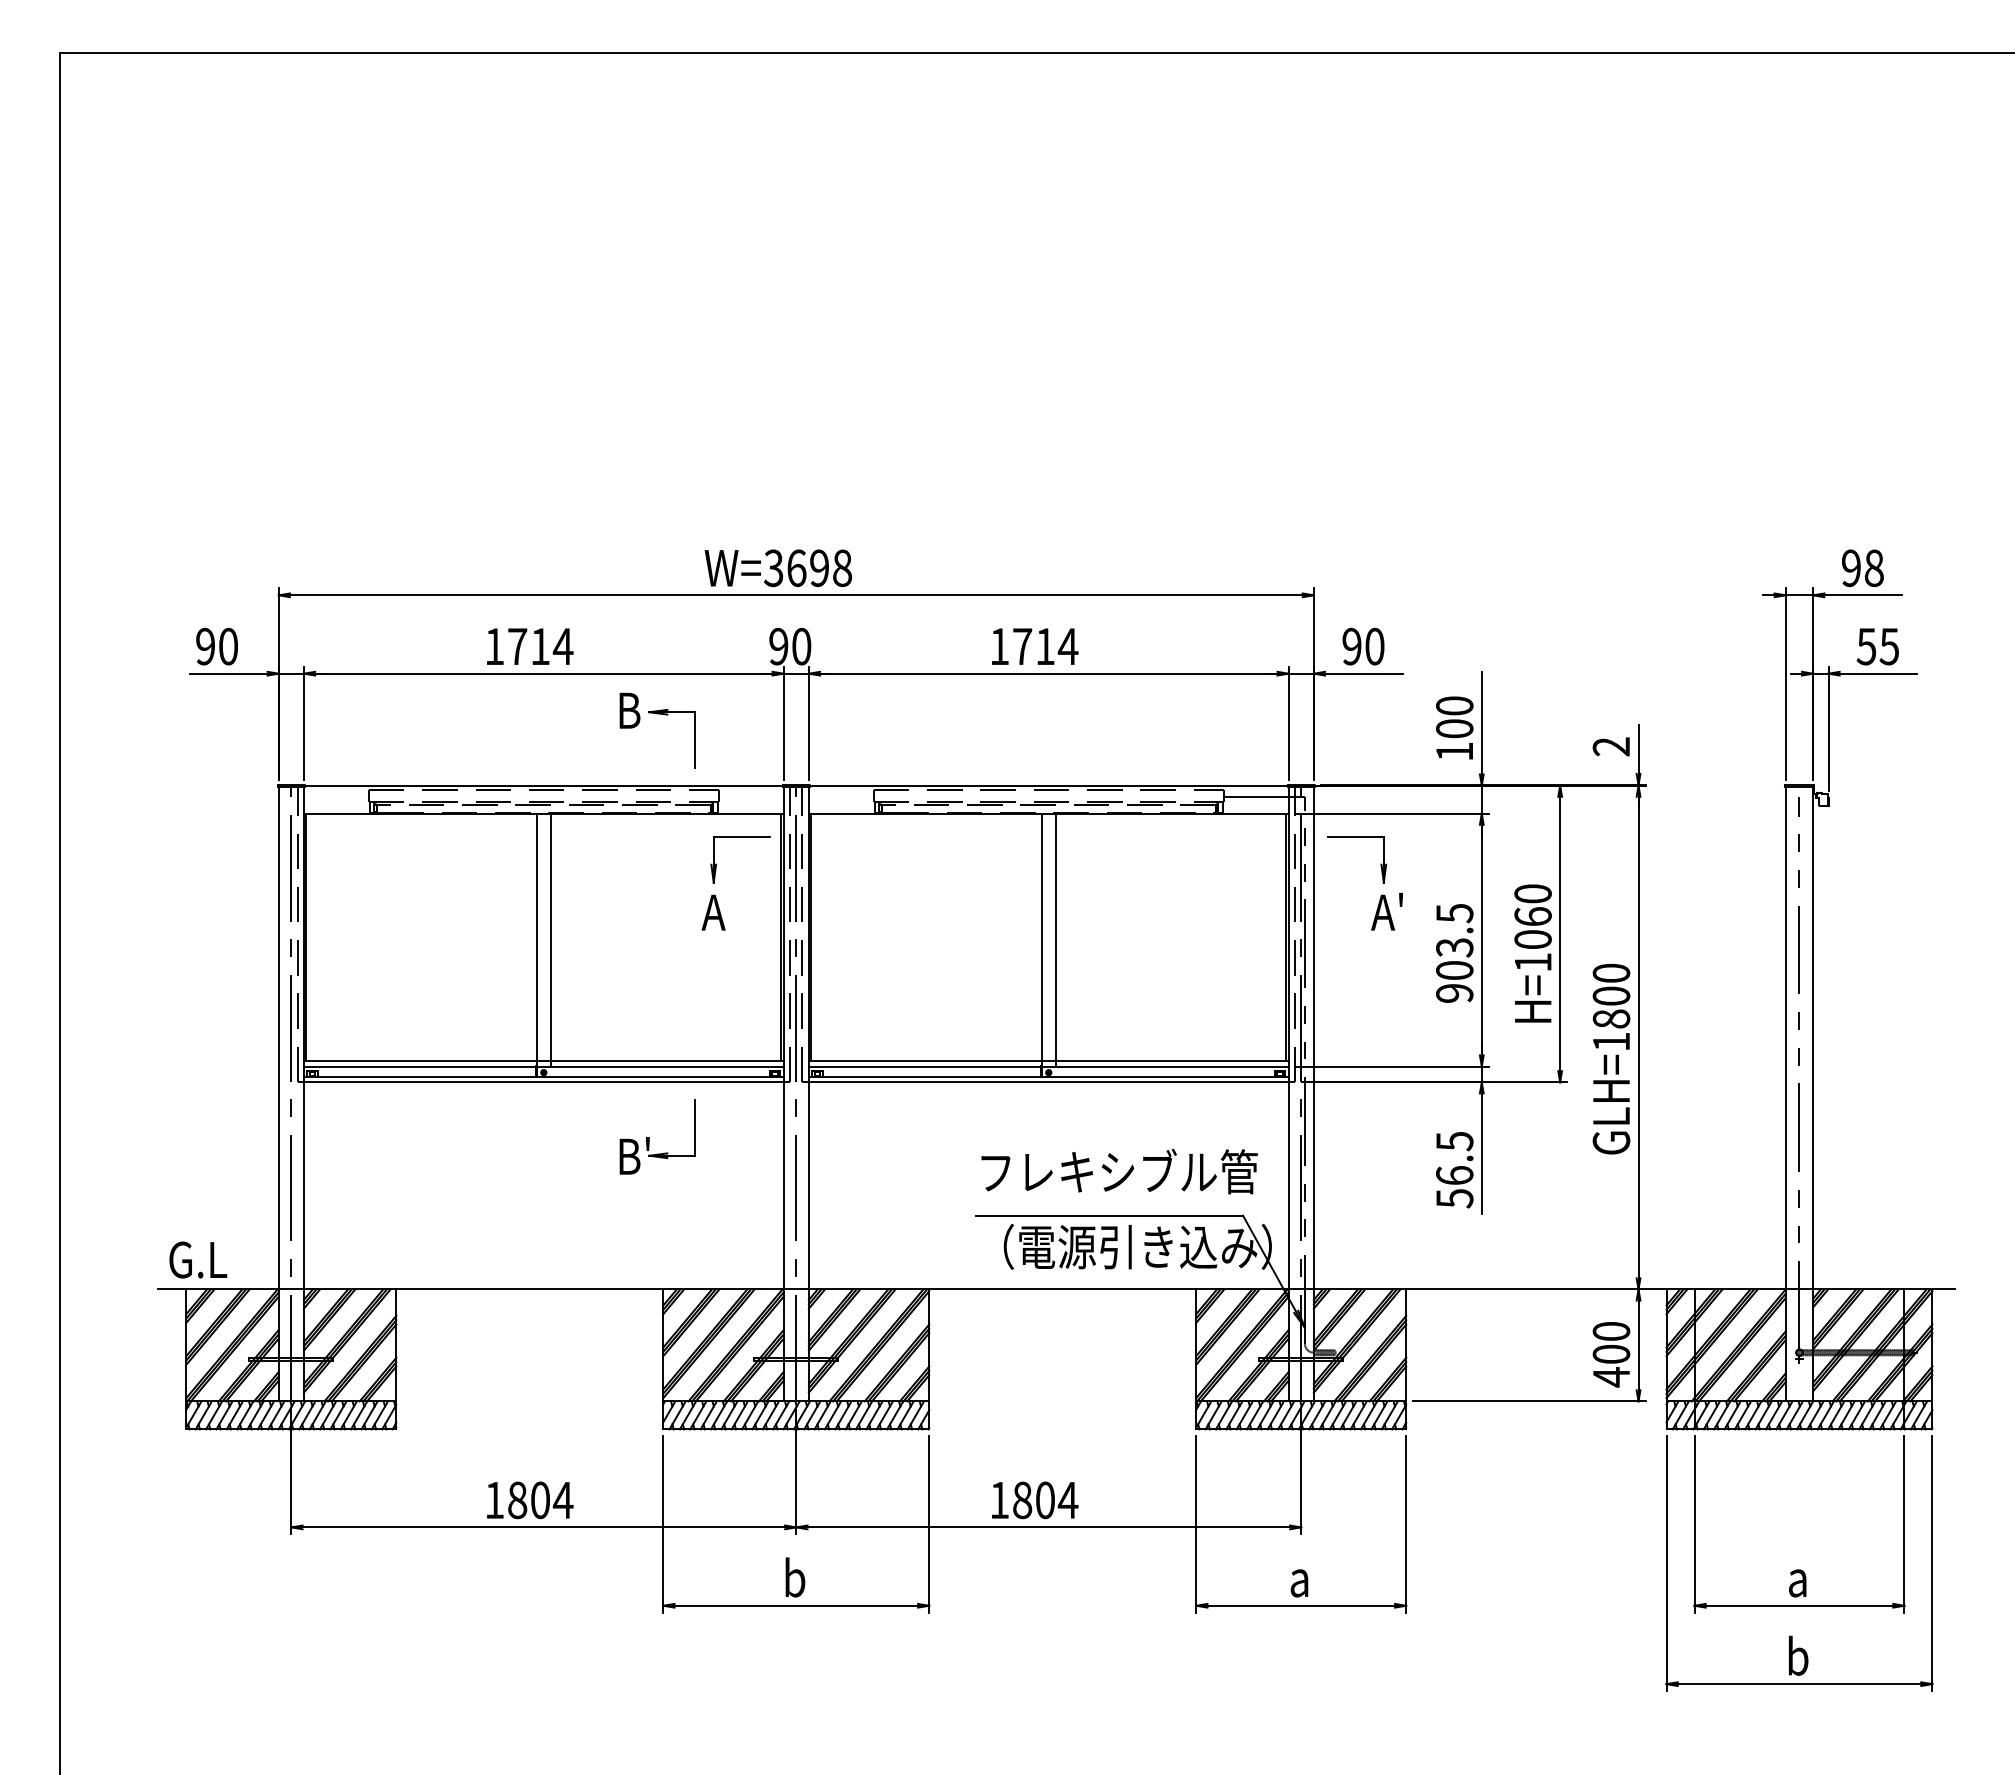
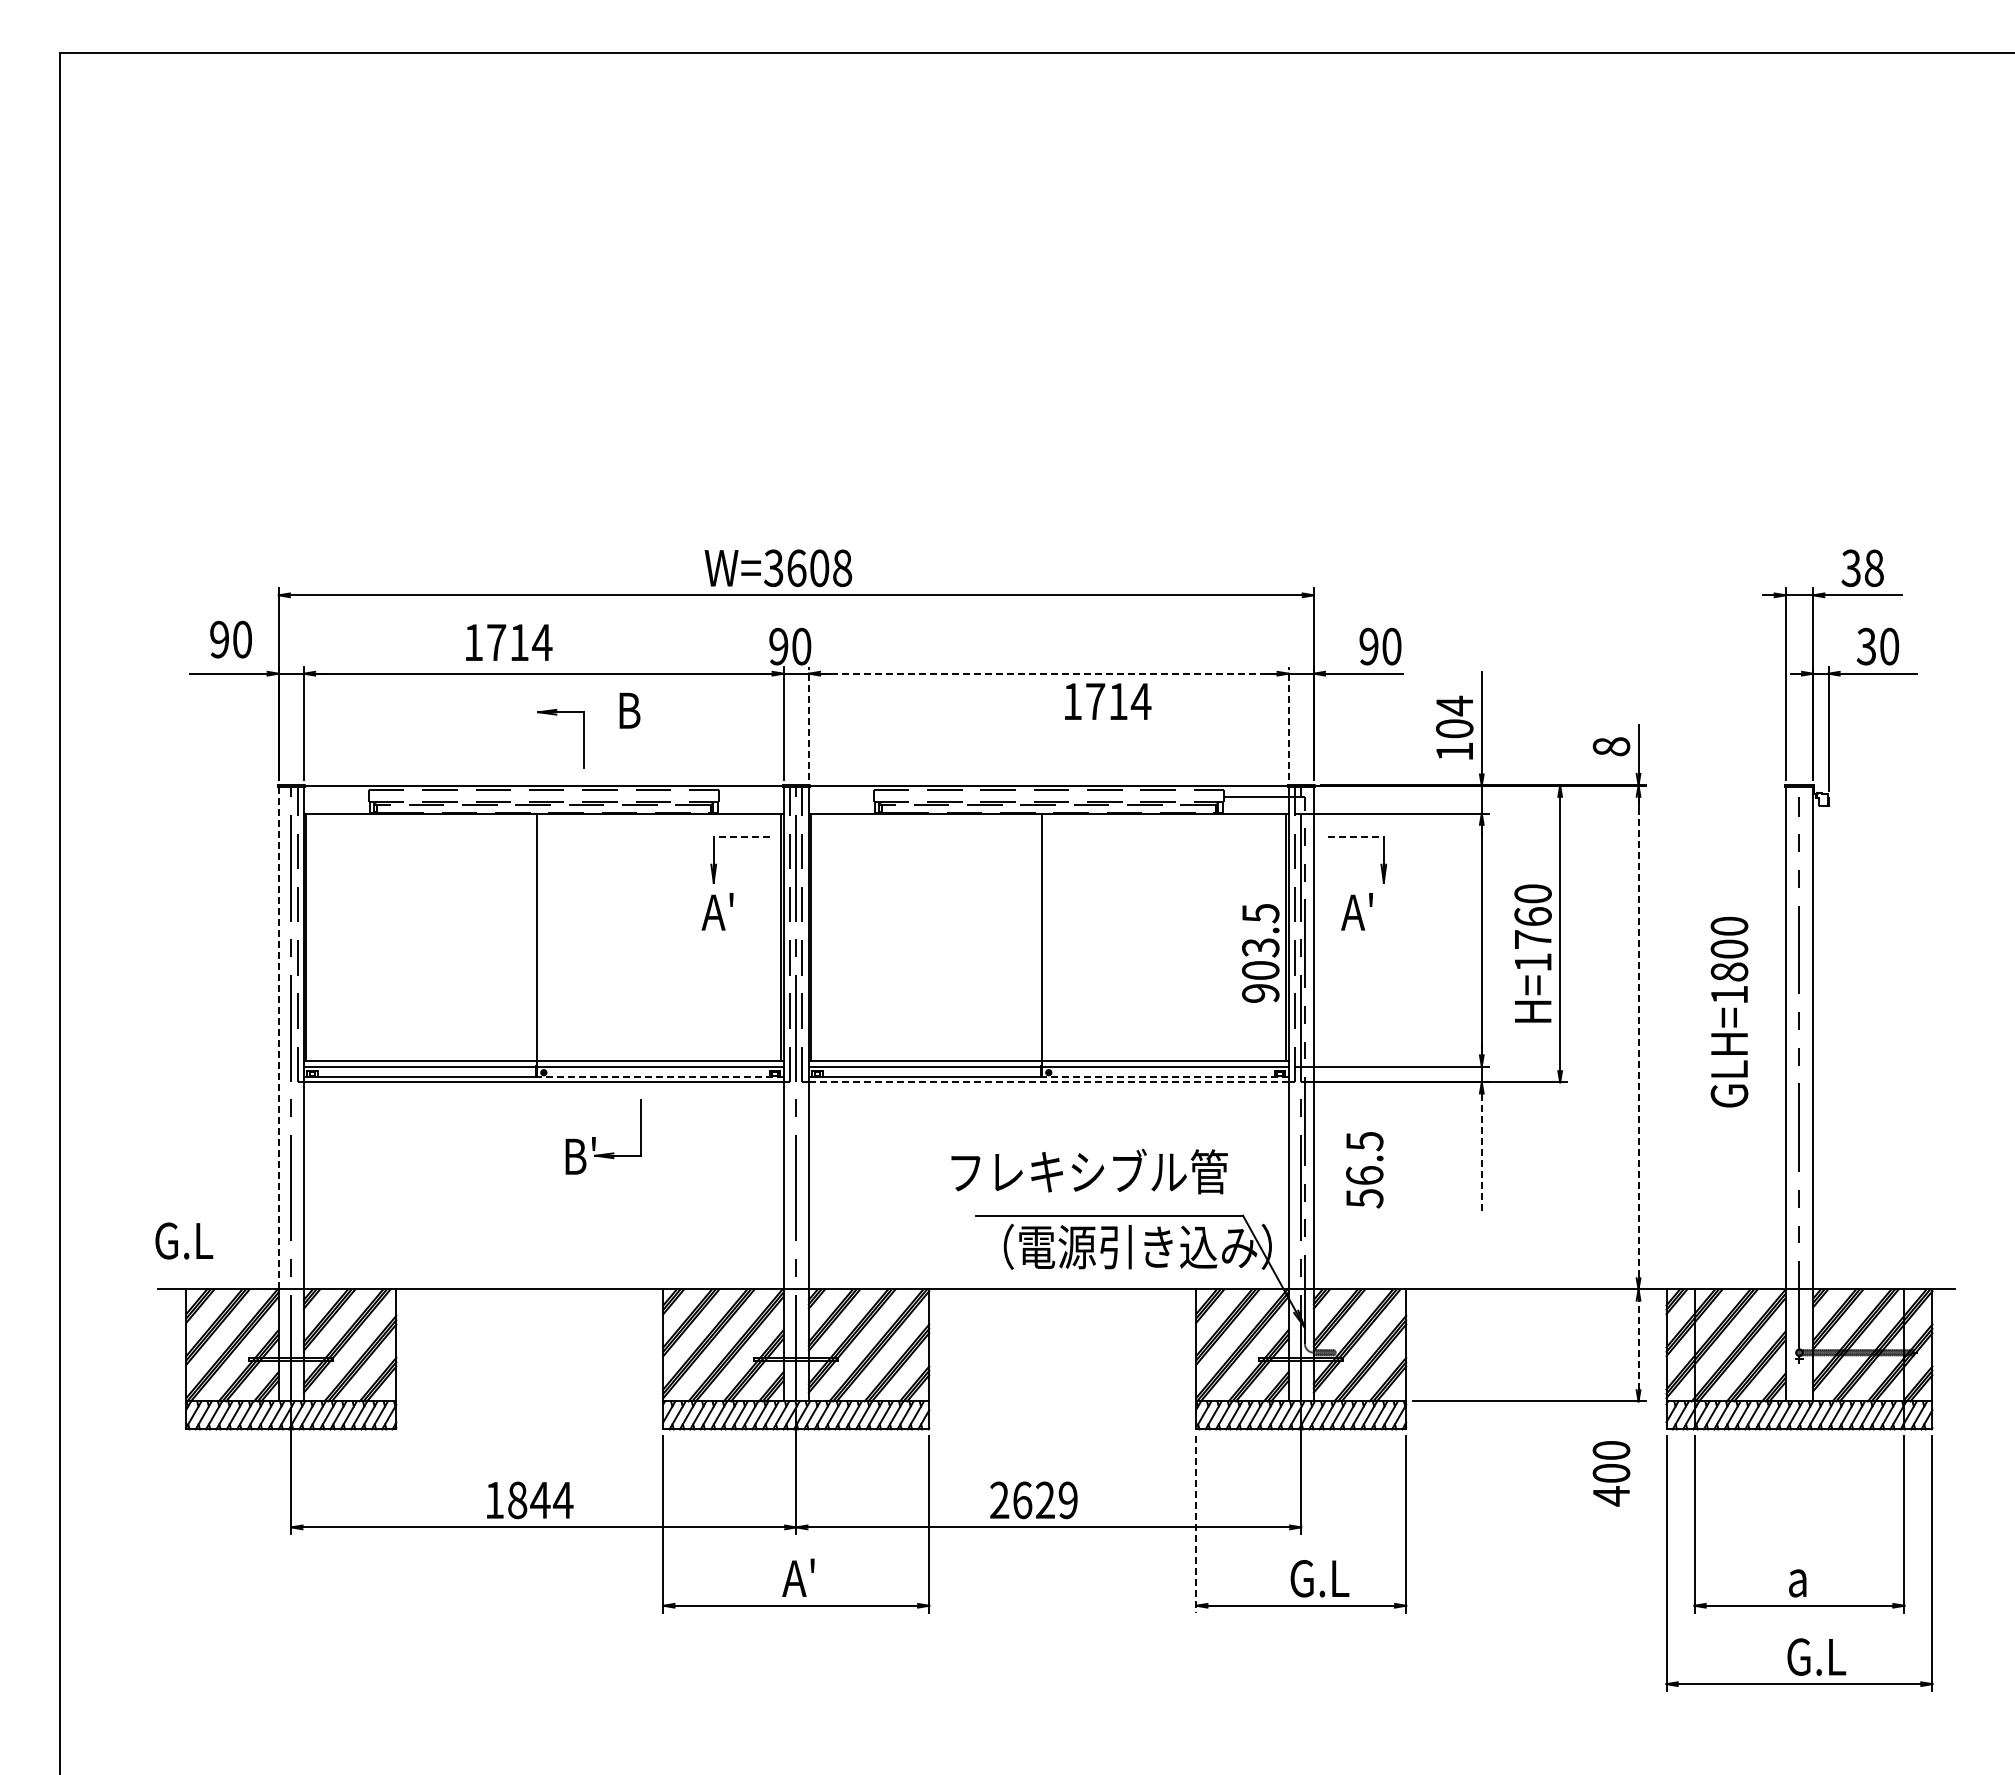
text at (819, 568): W=3698 -> W=3608
text at (1850, 568): 98 -> 38
text at (216, 646) position: (216, 646) -> (230, 639)
text at (530, 646) position: (530, 646) -> (509, 642)
text at (1035, 646) position: (1035, 646) -> (1108, 701)
text at (1363, 646) position: (1363, 646) -> (1380, 646)
text at (1878, 646): 55 -> 30
line at (1048, 673): solid -> dashed
text at (1454, 705): 100 -> 104
line at (808, 723): solid -> dashed
line at (1288, 723): solid -> dashed
part at (694, 738) position: (694, 738) -> (583, 738)
text at (1611, 746): 2 -> 8
line at (741, 836): solid -> dashed
line at (1355, 836): solid -> dashed
text at (731, 899): A -> A'
text at (1386, 911) position: (1386, 911) -> (1356, 911)
line at (551, 939): present -> none
line at (1056, 939): present -> none
text at (1532, 939): H=1060 -> H=1760
text at (1454, 953) position: (1454, 953) -> (1260, 953)
line at (1638, 1037): solid -> dashed
line at (278, 1038): solid -> dashed
text at (1611, 1058) position: (1611, 1058) -> (1729, 1011)
line at (660, 1076): solid -> dashed
line at (1165, 1076): solid -> dashed
line at (1048, 1082): solid -> dashed
part at (649, 1137) position: (649, 1137) -> (595, 1137)
line at (1481, 1154): solid -> dashed
text at (1454, 1170) position: (1454, 1170) -> (1364, 1170)
text at (1119, 1171) position: (1119, 1171) -> (1089, 1171)
text at (198, 1259) position: (198, 1259) -> (184, 1240)
line at (1638, 1345): solid -> dashed
text at (1611, 1354) position: (1611, 1354) -> (1611, 1473)
text at (540, 1500): 1804 -> 1844
text at (1034, 1500): 1804 -> 2629
line at (1196, 1525): solid -> dashed
text at (798, 1577): b -> A'
text at (1319, 1578): a -> G.L
text at (1816, 1655): b -> G.L
